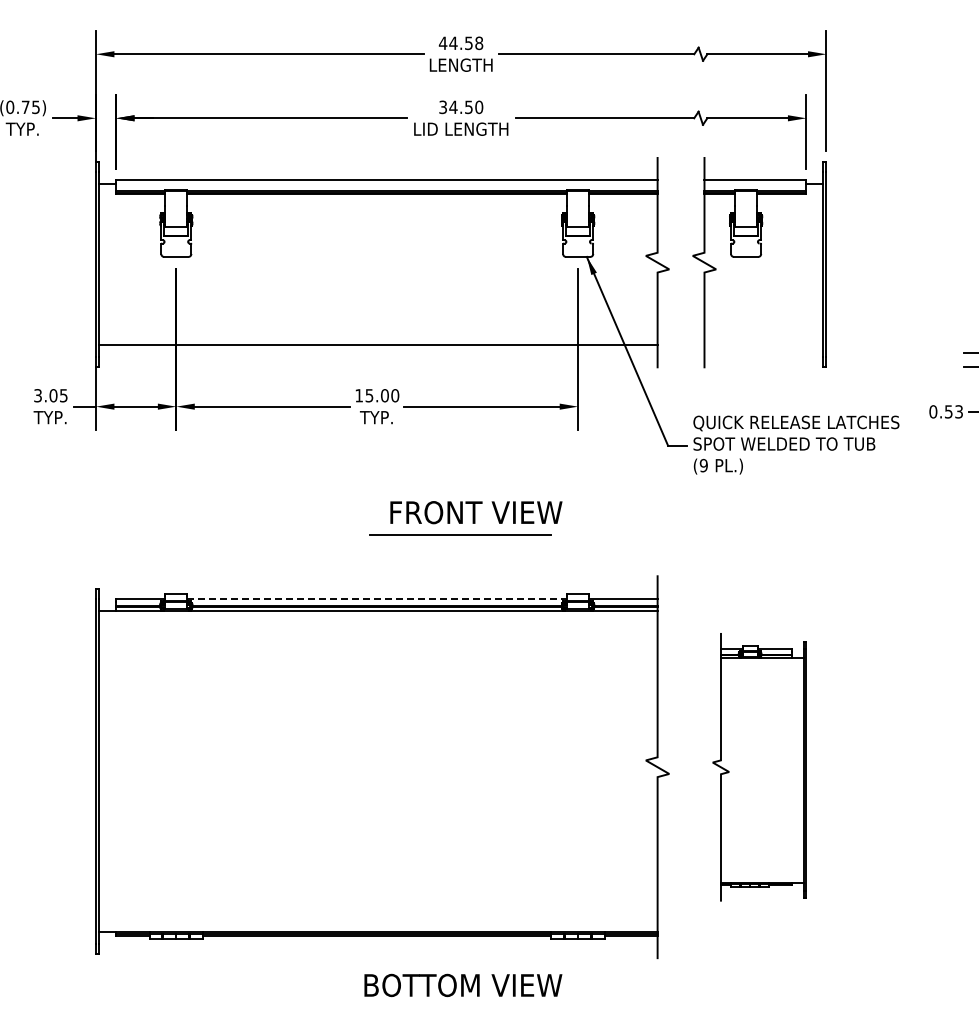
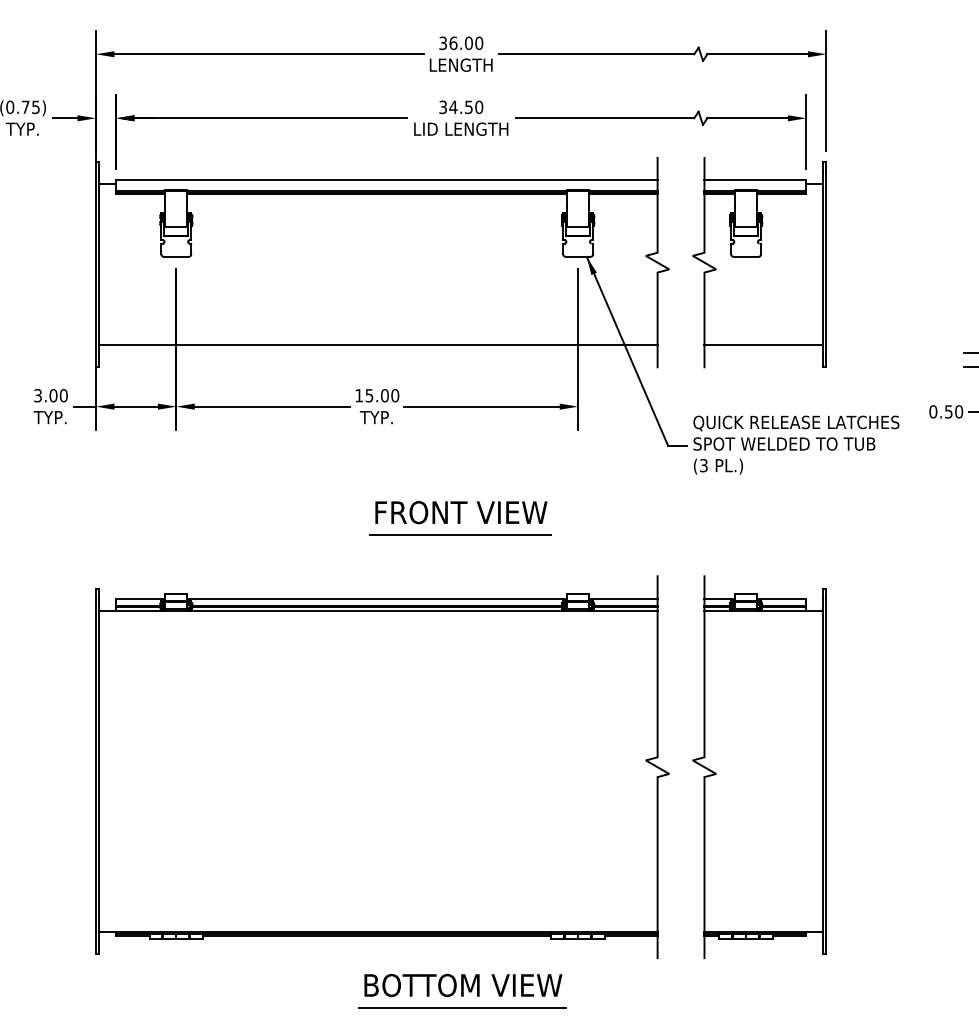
text at (460, 43): 44.58 -> 36.00
line at (763, 344): none -> present
text at (63, 395): 3.05 -> 3.00
text at (959, 411): 0.53 -> 0.50
text at (703, 465): (9 -> (3
text at (476, 512) position: (476, 512) -> (461, 512)
line at (377, 598): dashed -> solid
part at (759, 767) size: 95x269 px -> 135x385 px
line at (462, 1007): none -> present
